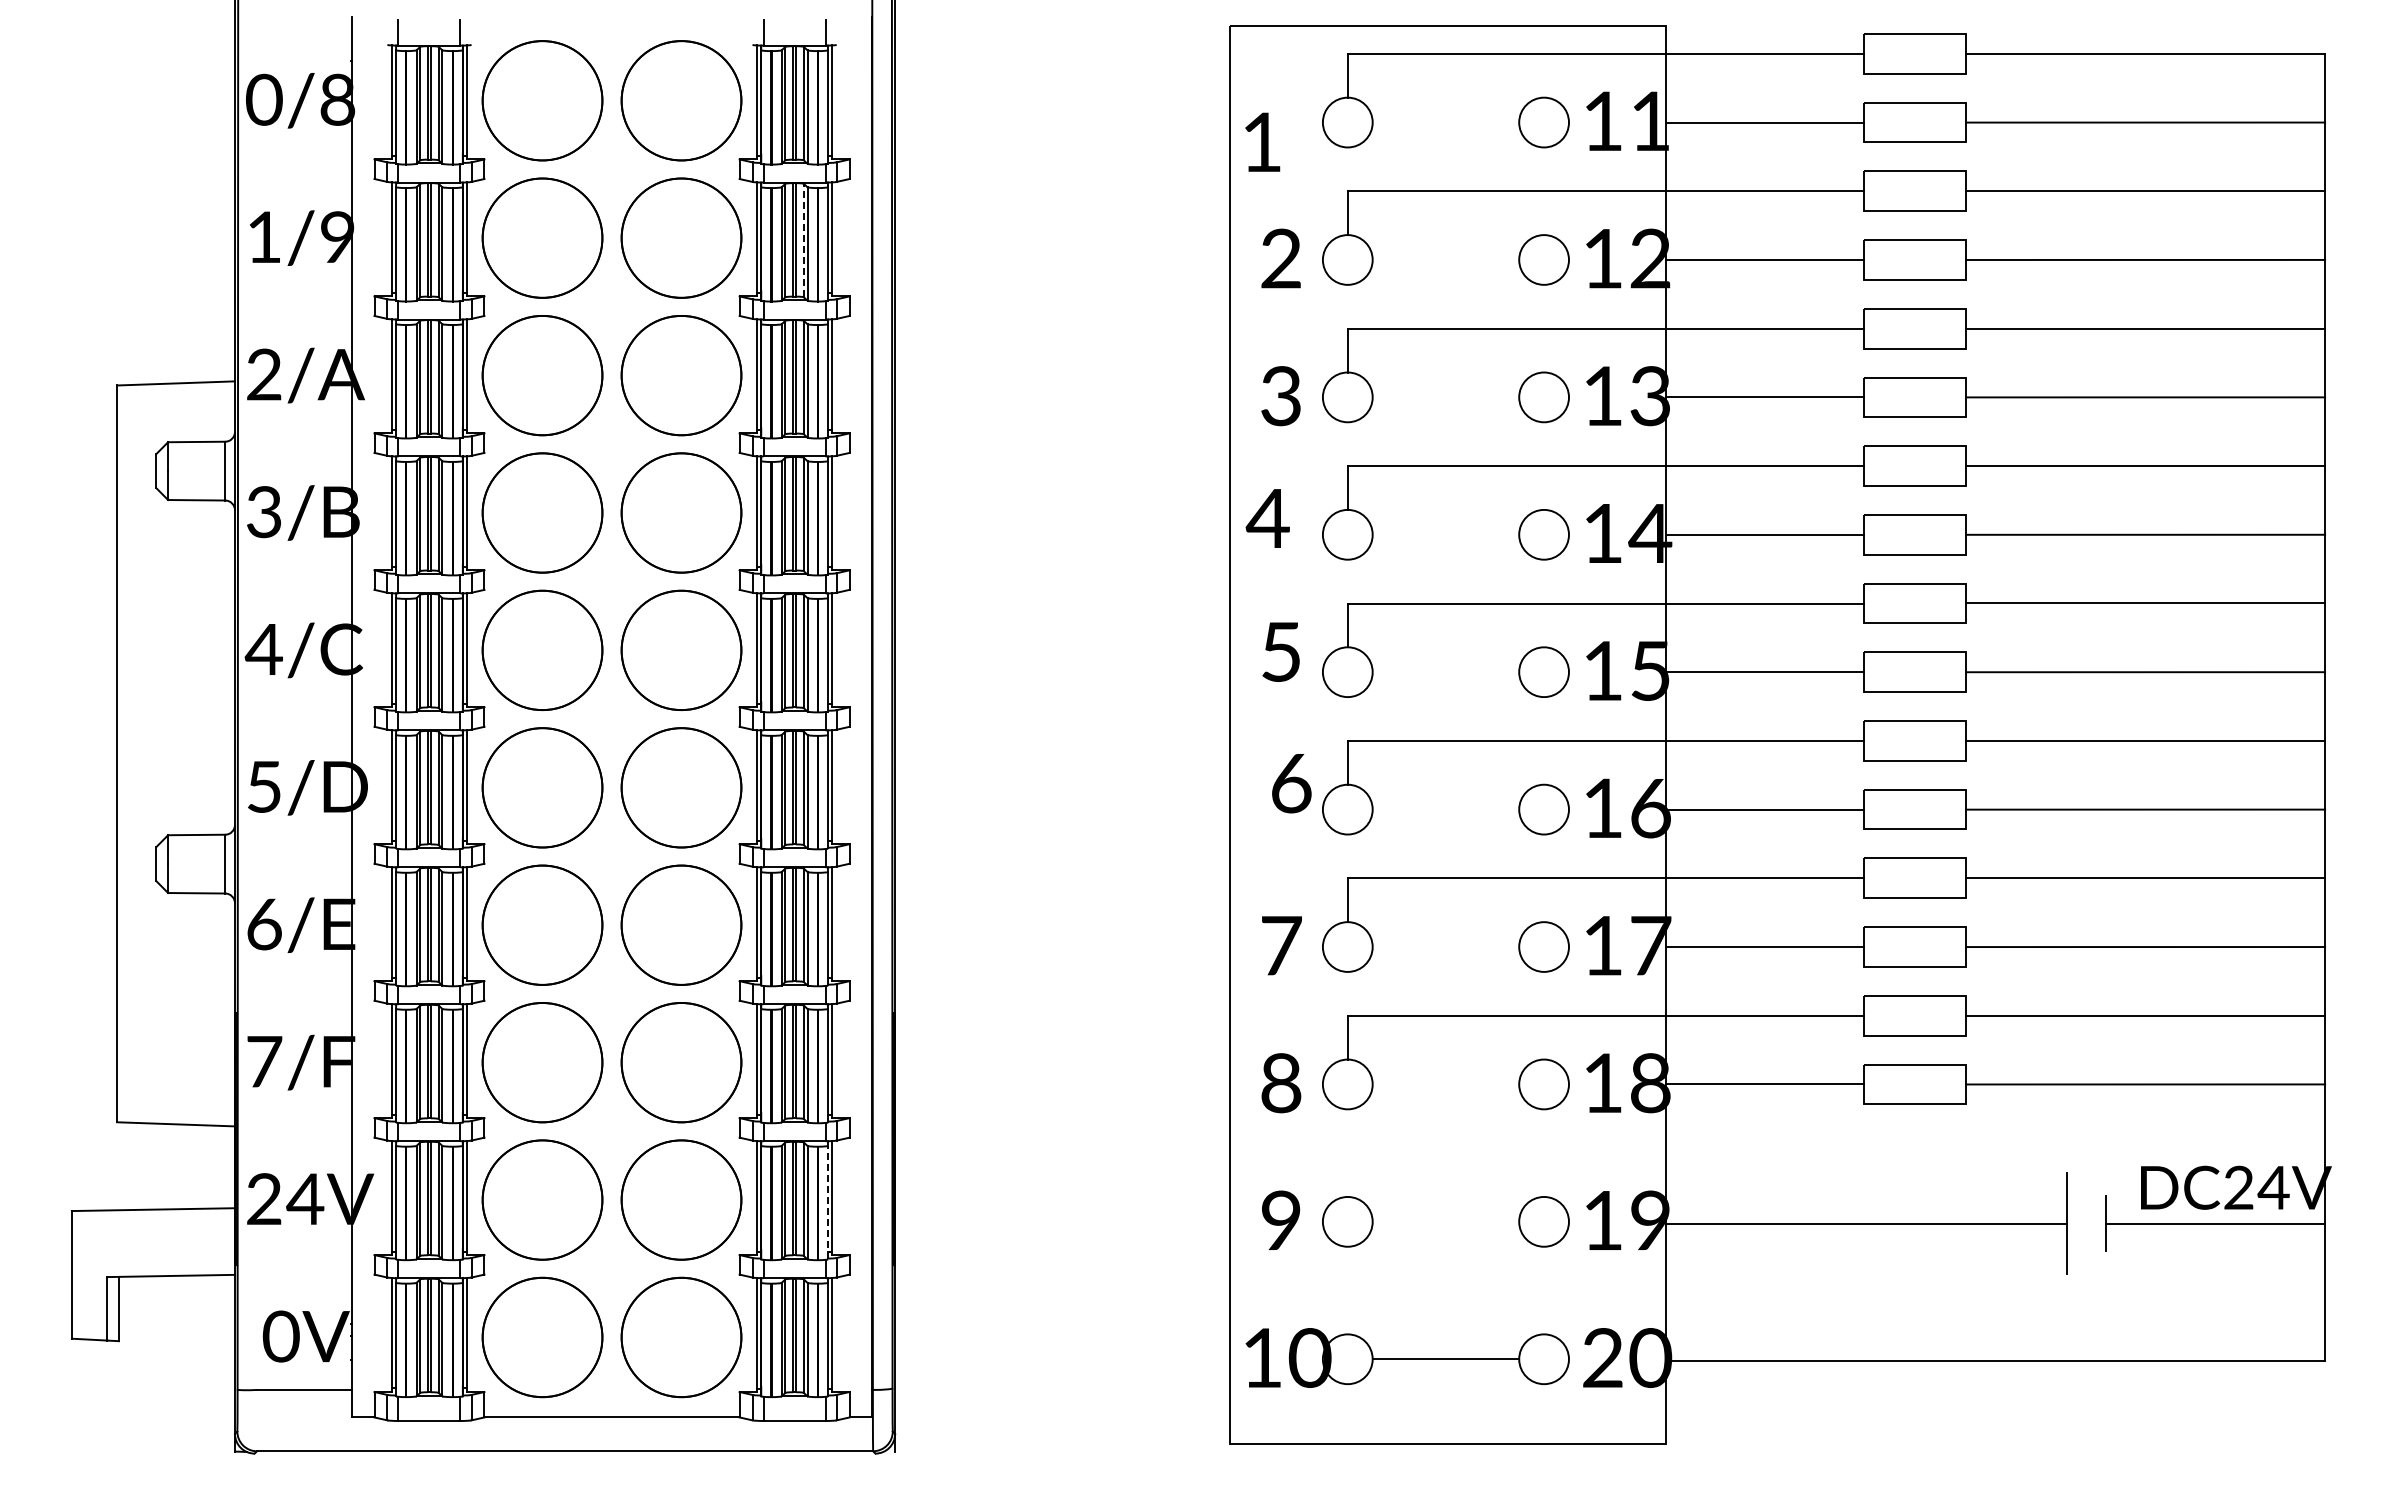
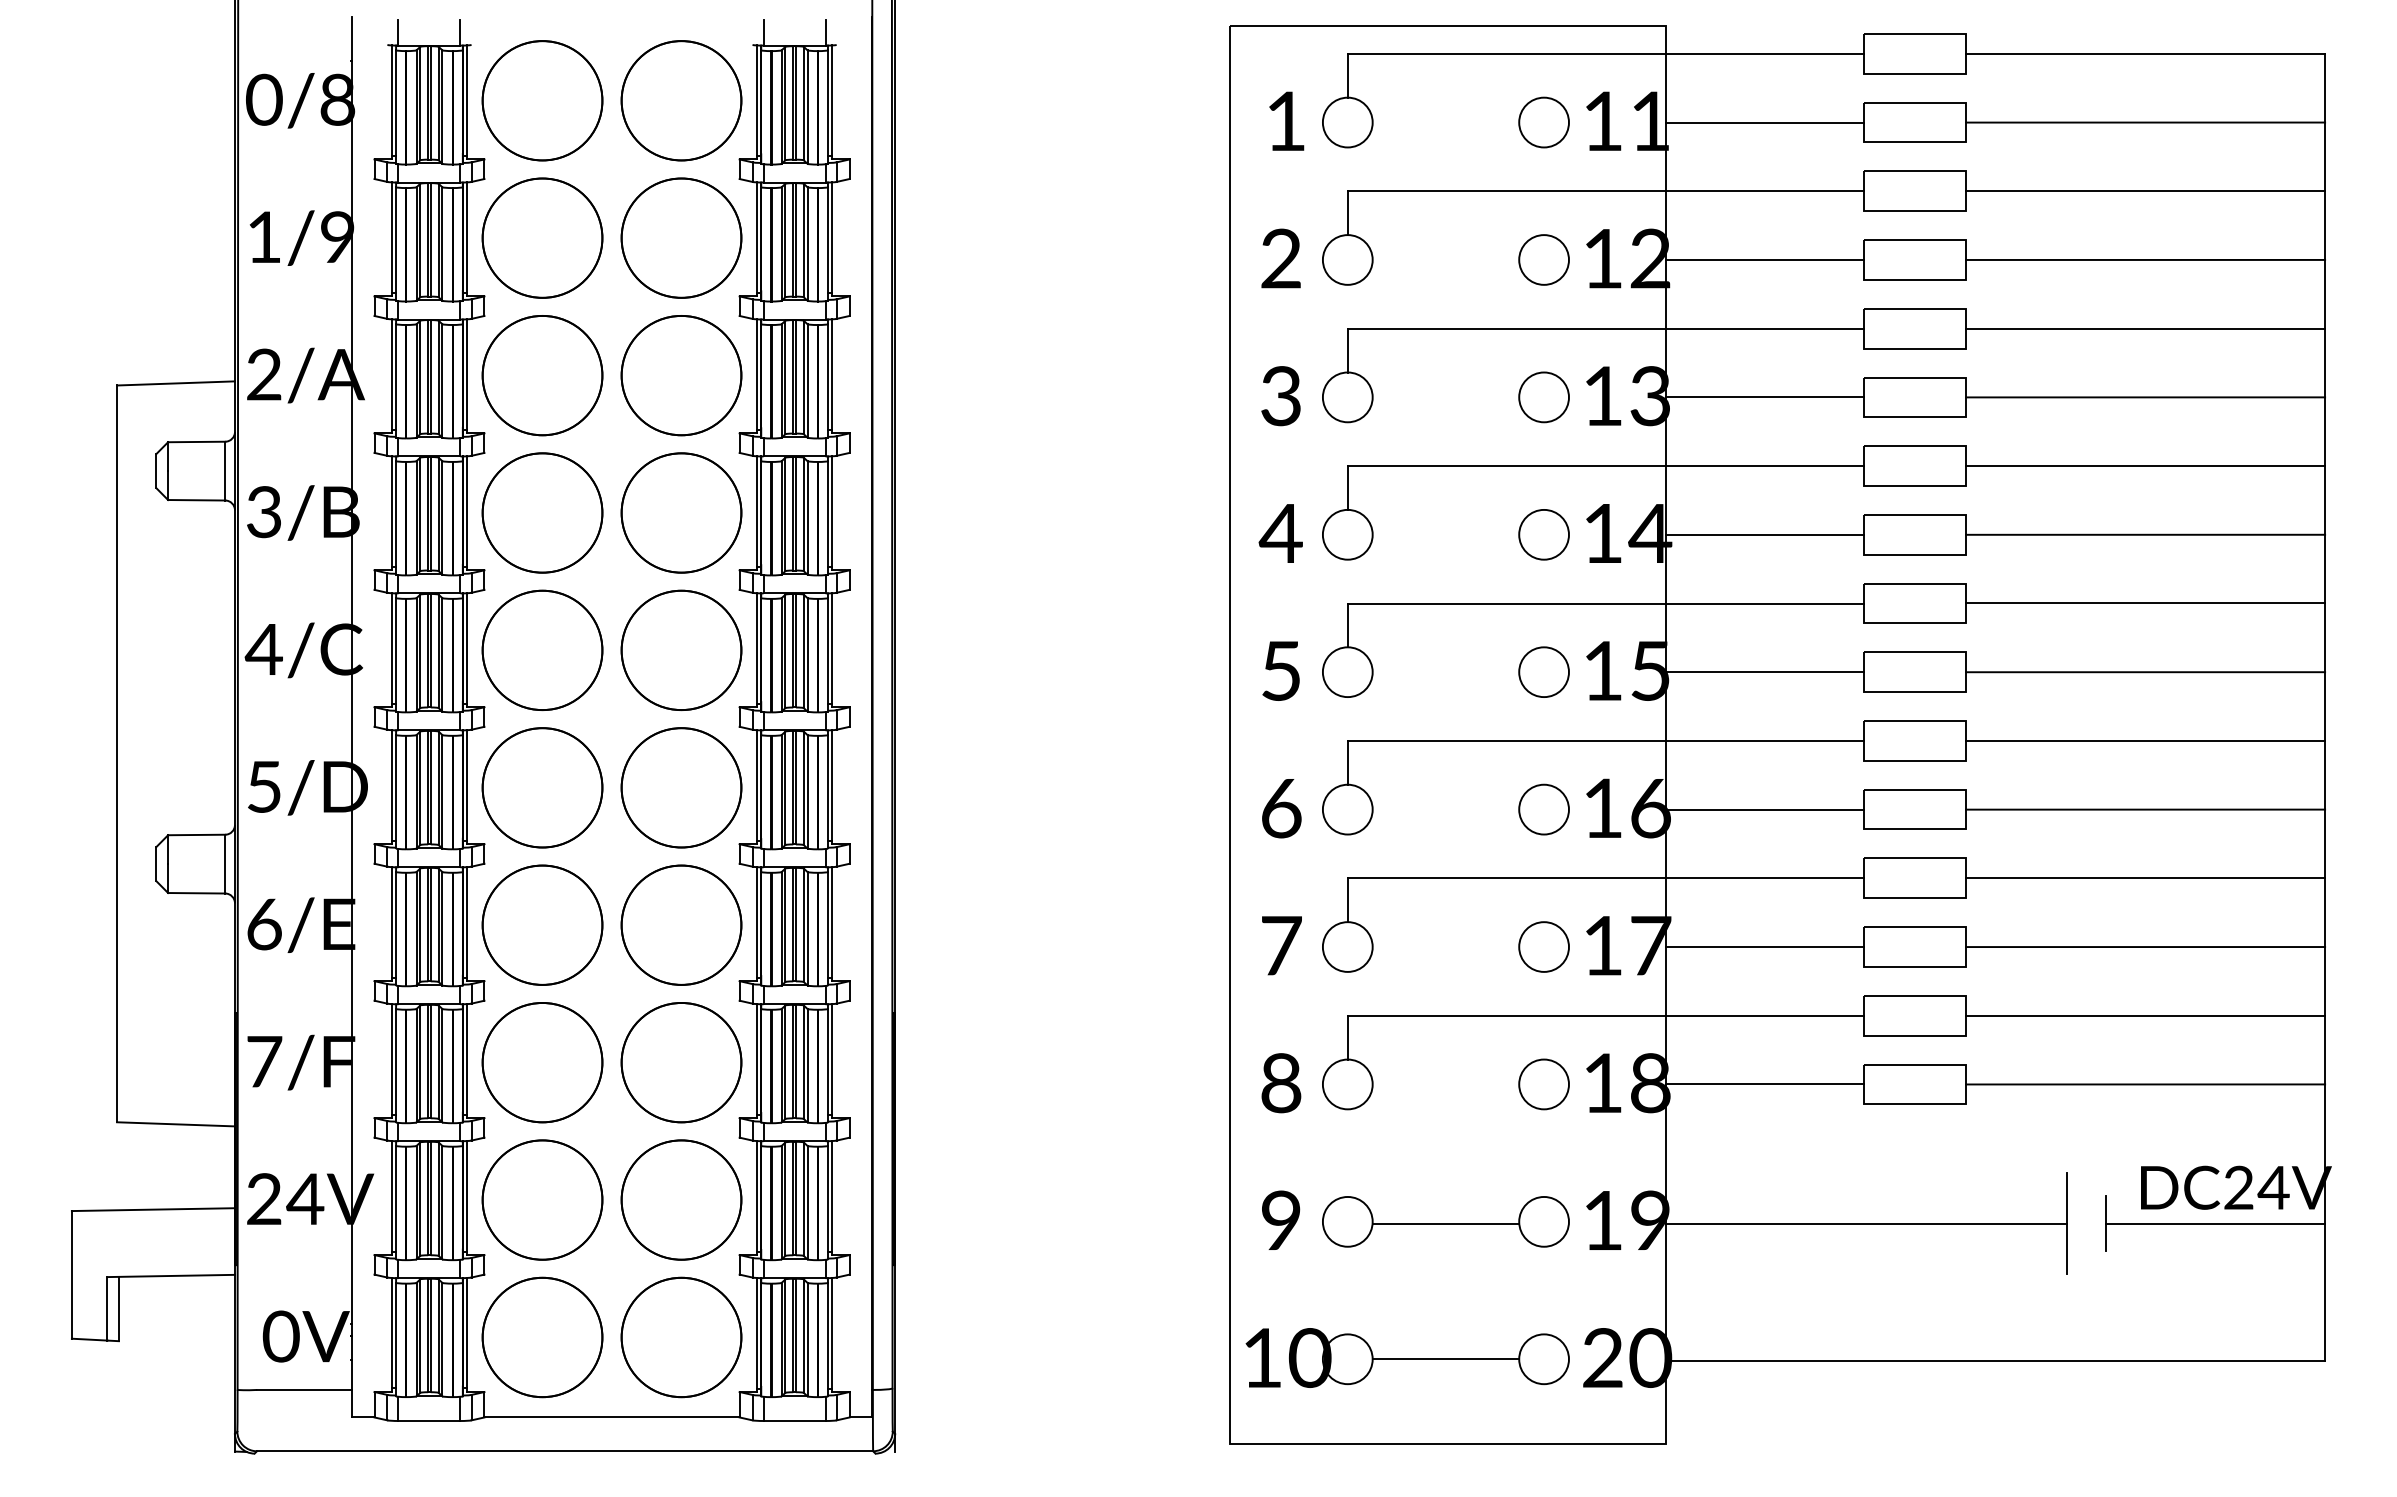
text at (1262, 141) position: (1262, 141) -> (1286, 120)
line at (803, 240): dashed -> solid
text at (1267, 518) position: (1267, 518) -> (1280, 533)
text at (1280, 651) position: (1280, 651) -> (1280, 670)
text at (1291, 783) position: (1291, 783) -> (1281, 808)
line at (827, 1202): dashed -> solid
line at (1445, 1223): none -> present
